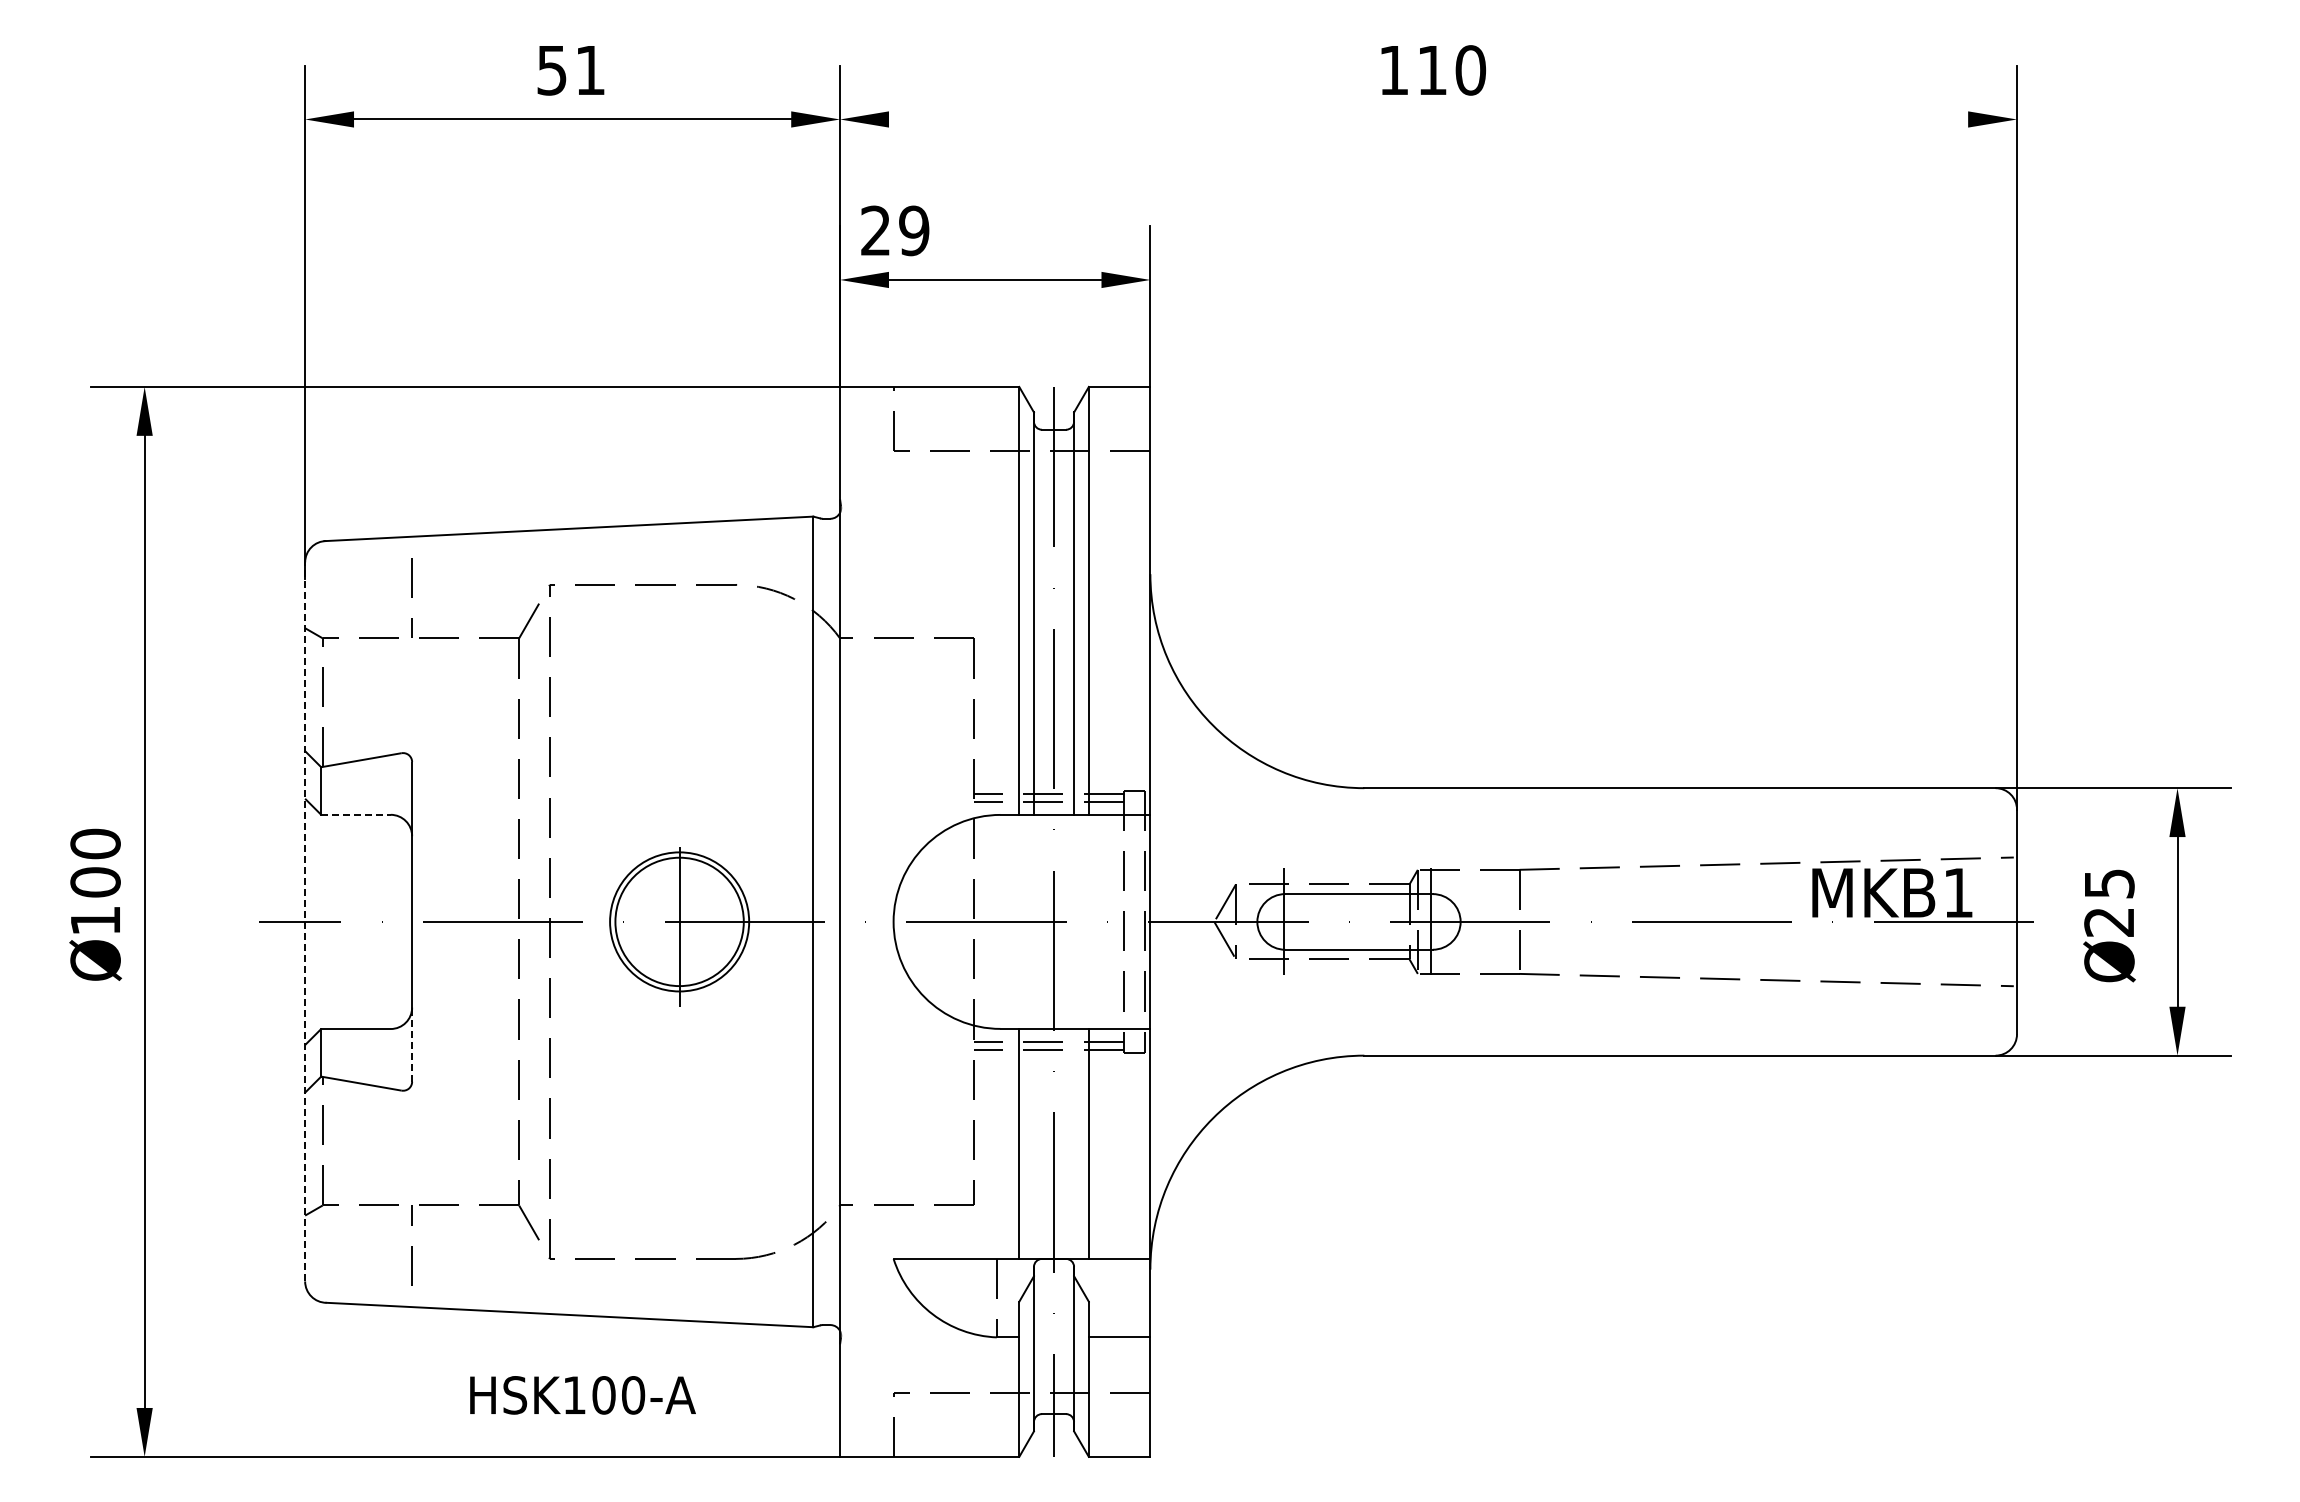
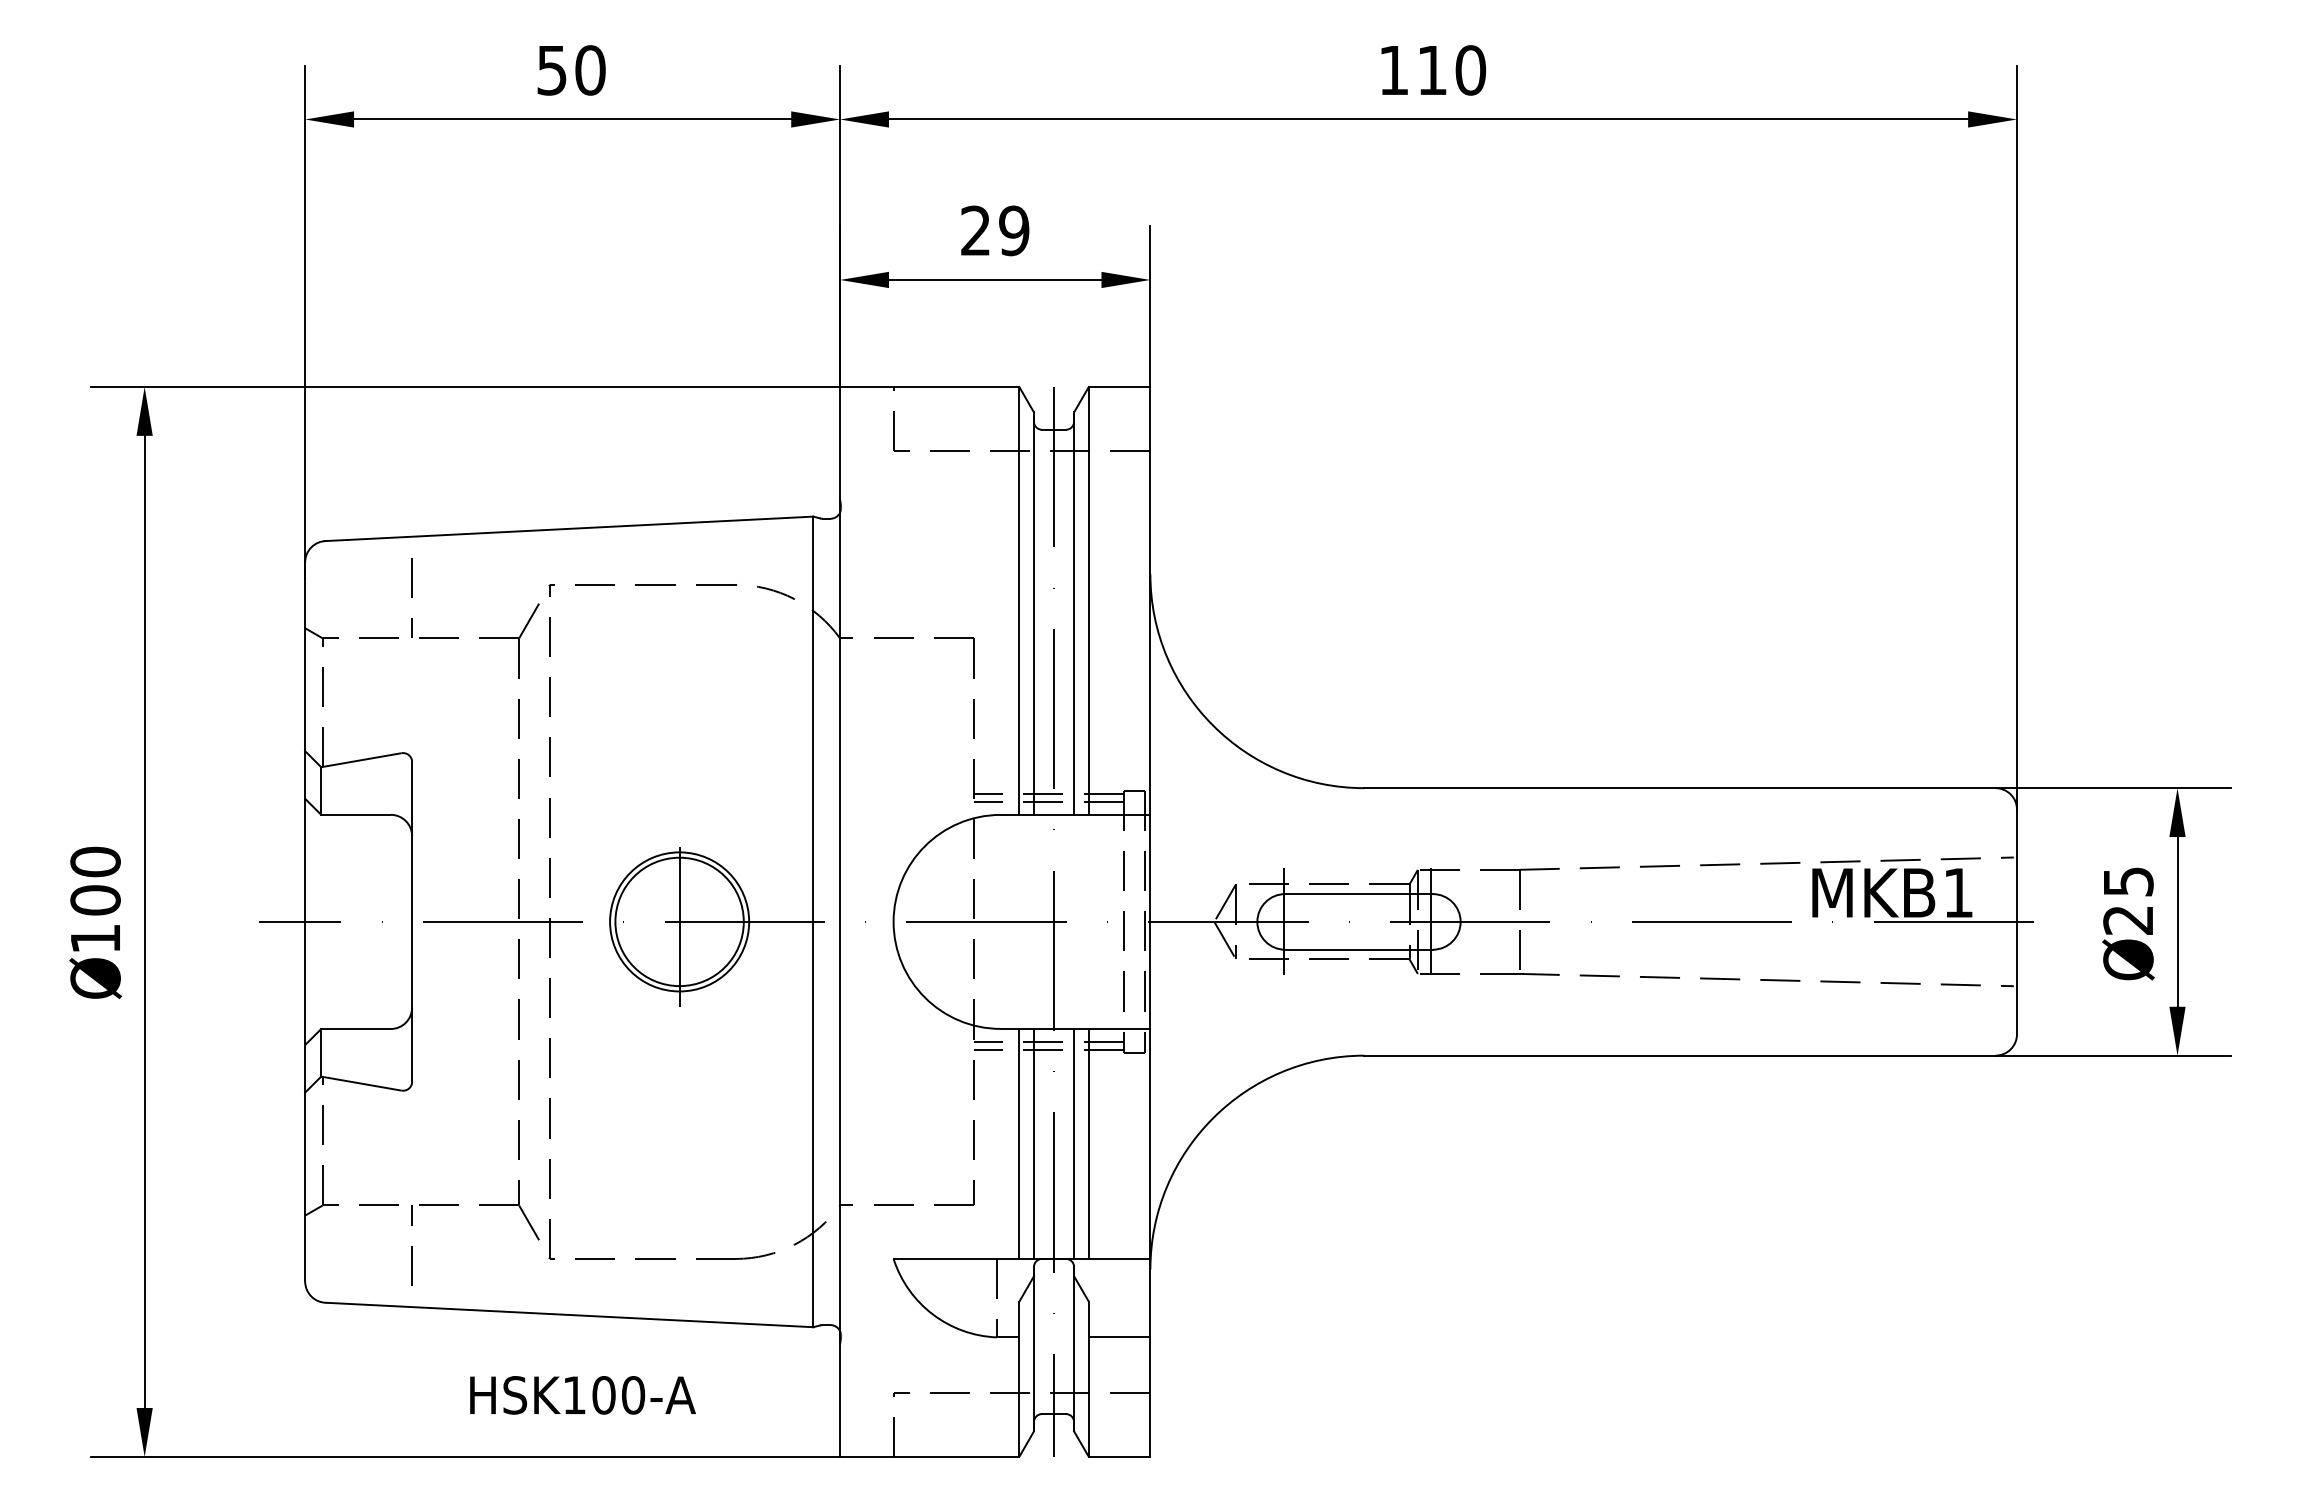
text at (590, 70): 51 -> 50
line at (1428, 119): none -> present
text at (895, 230) position: (895, 230) -> (995, 230)
line at (355, 814): dashed -> solid
text at (95, 904) position: (95, 904) -> (95, 922)
line at (305, 921): dashed -> solid
text at (2109, 925) position: (2109, 925) -> (2128, 923)
line at (412, 1044): dashed -> solid
line at (1033, 1143): none -> present
line at (1074, 1143): none -> present
